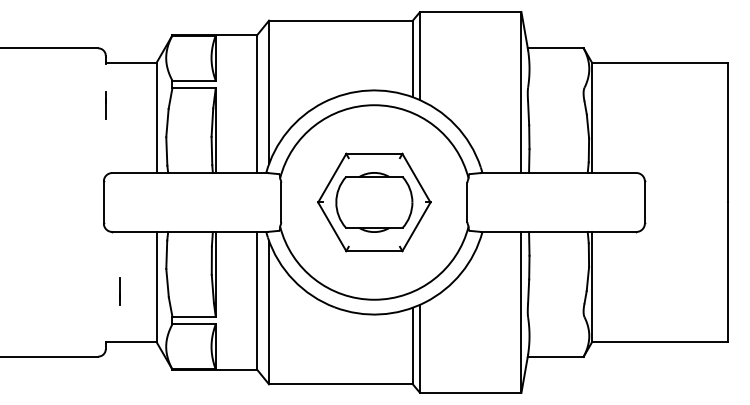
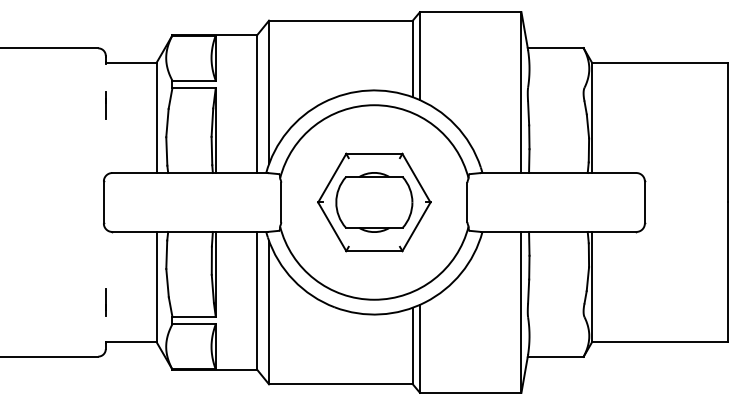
line at (119, 291) position: (119, 291) -> (105, 302)
